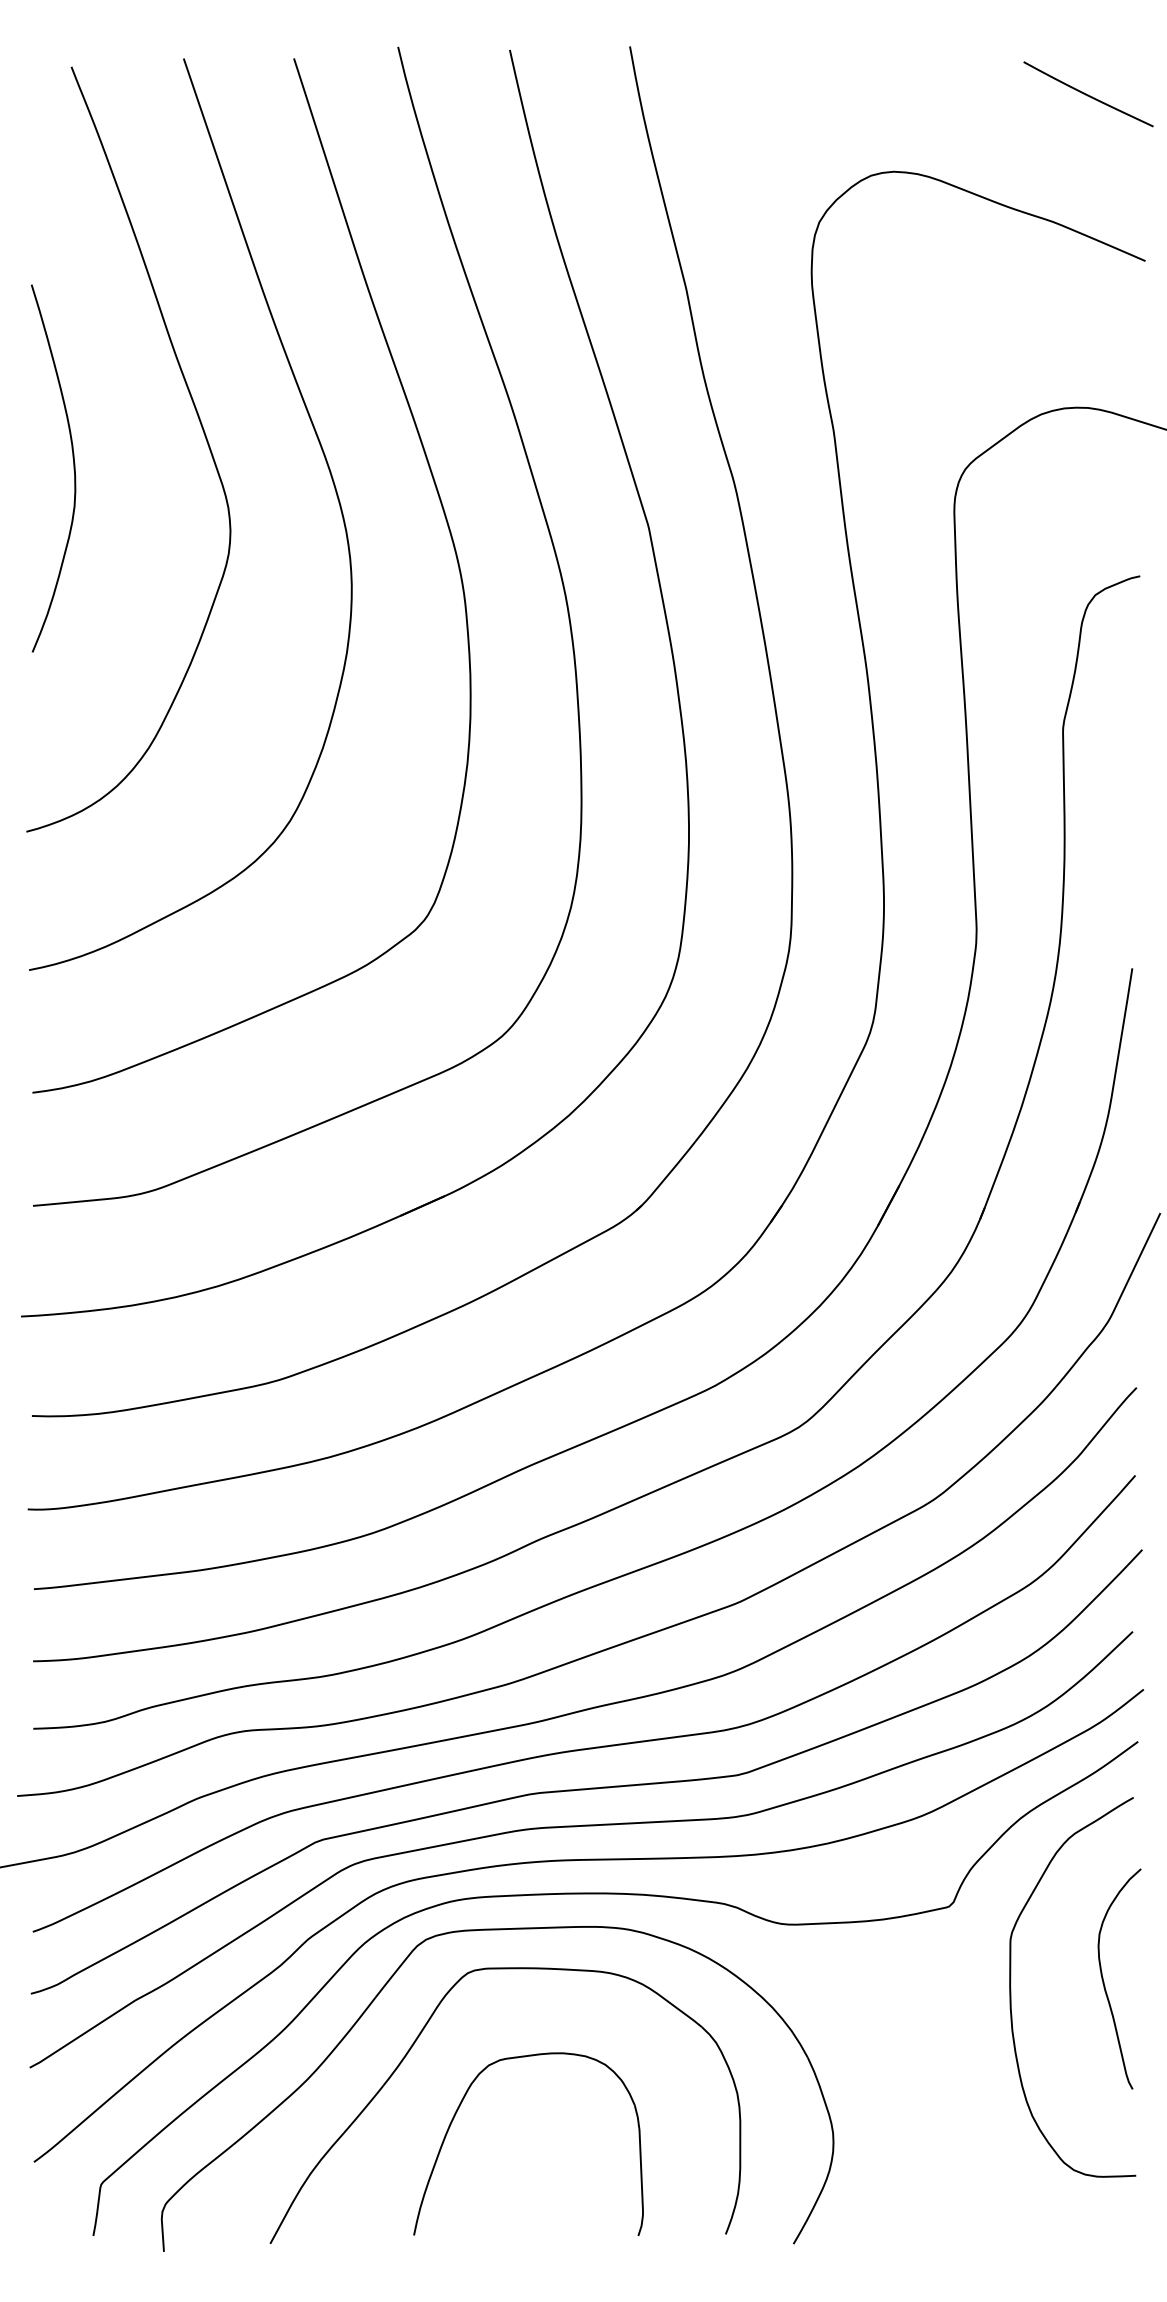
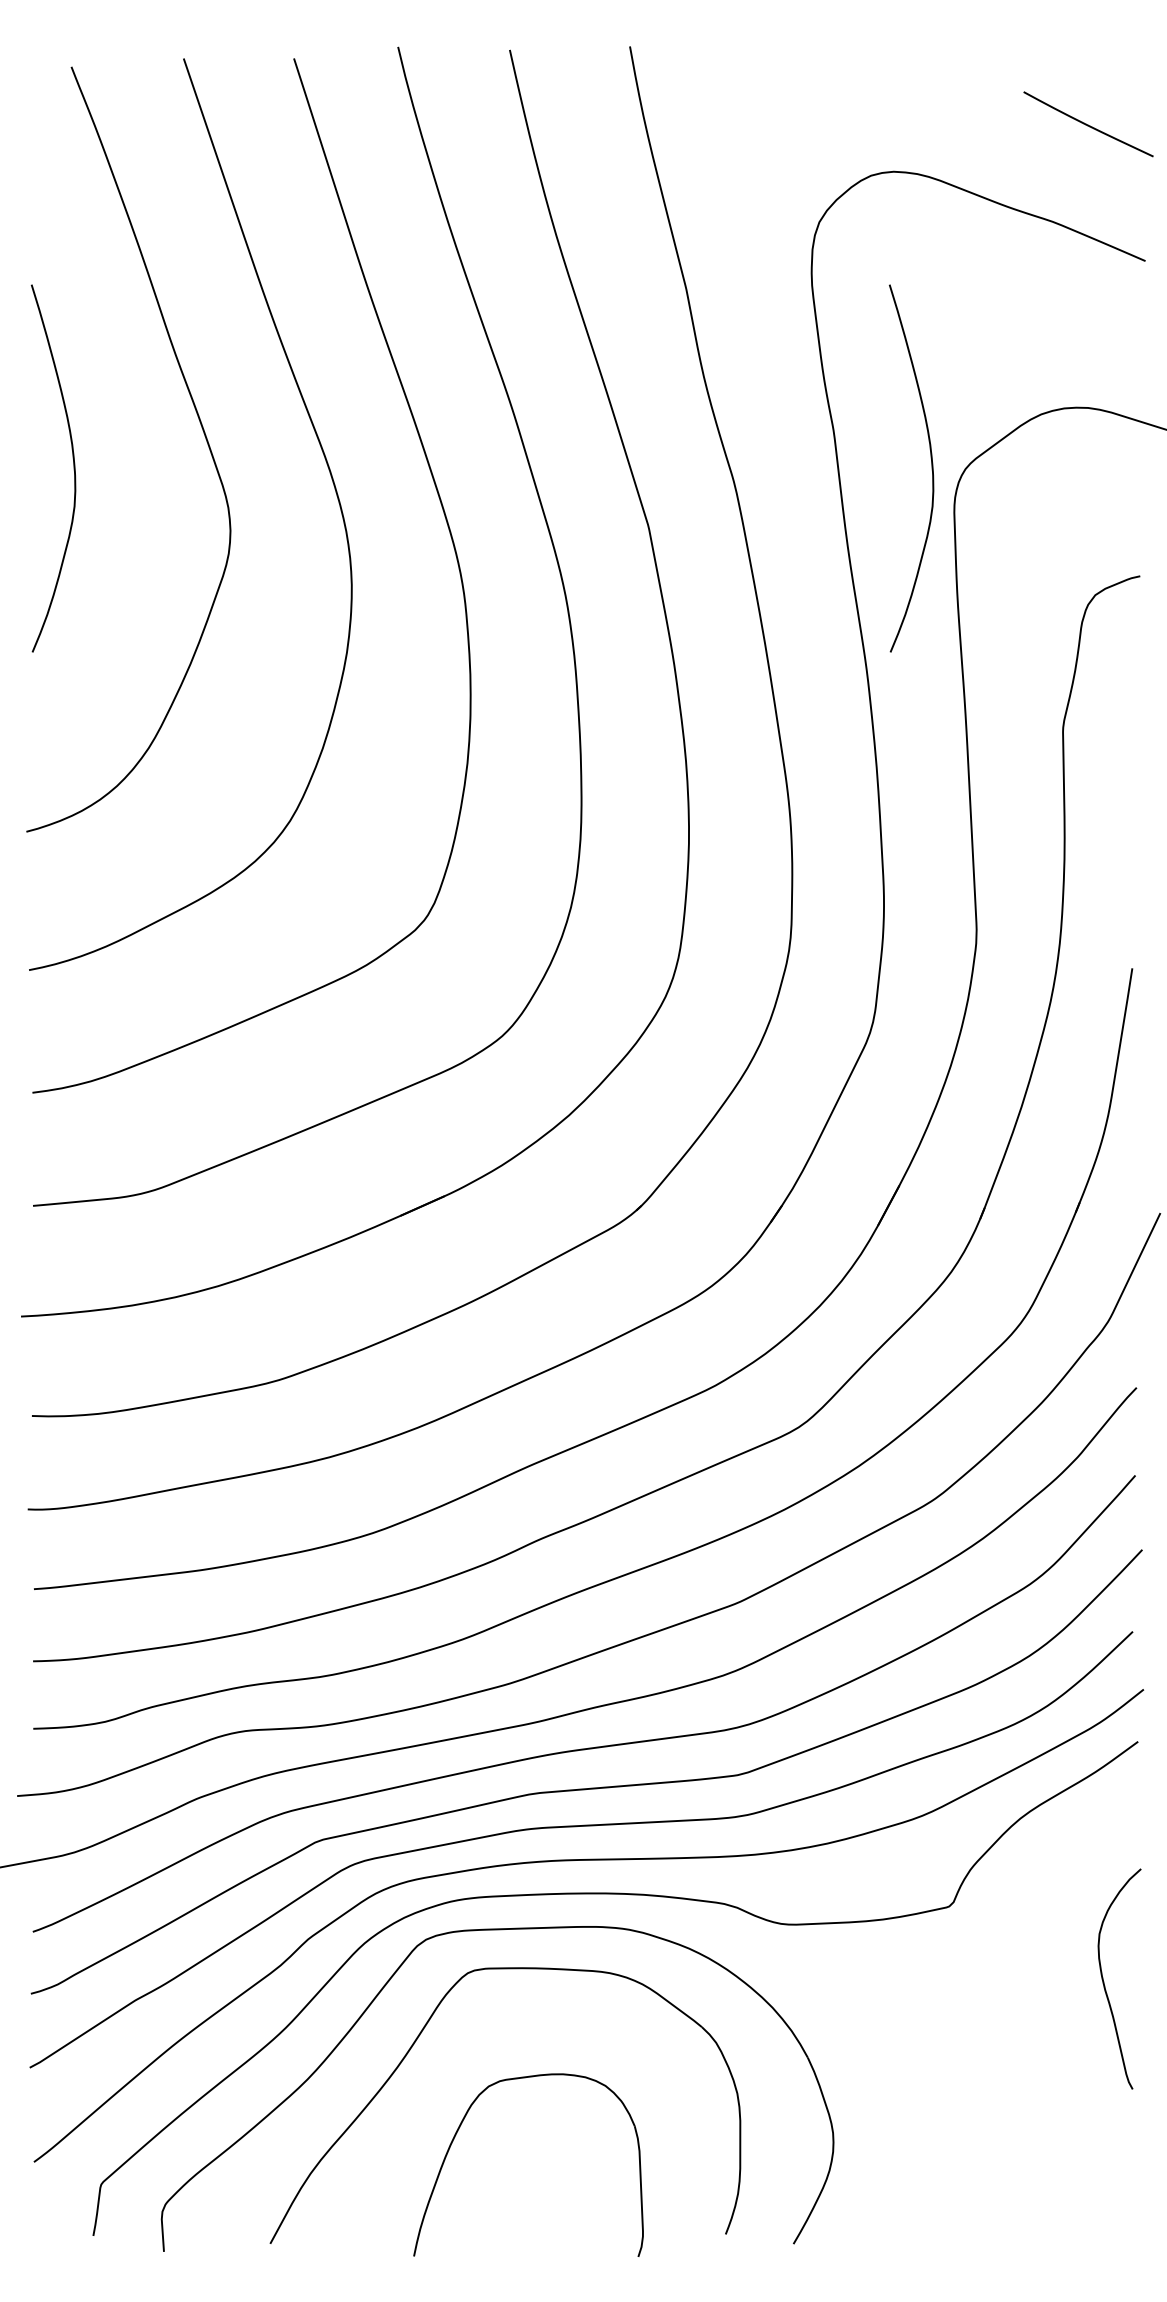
curve at (1088, 94) position: (1088, 94) -> (1088, 124)
curve at (931, 468): none -> present
curve at (1011, 1987): present -> none
part at (459, 2108) position: (459, 2108) -> (459, 2129)
